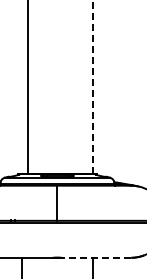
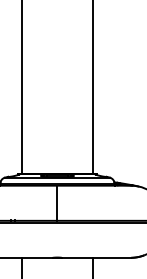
line at (92, 87): dashed -> solid
line at (28, 88) position: (28, 88) -> (22, 88)
line at (96, 257): dashed -> solid
